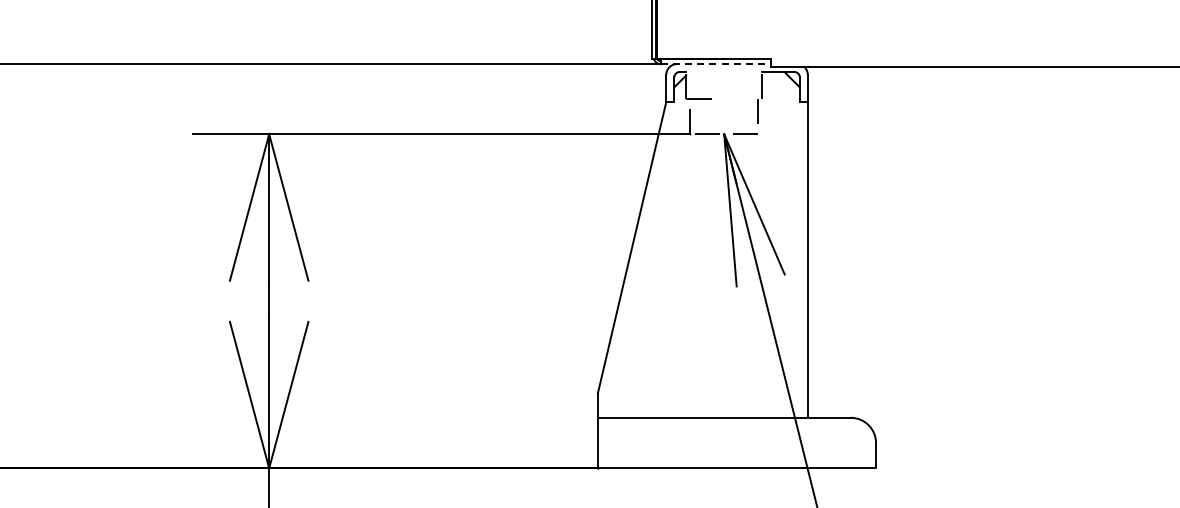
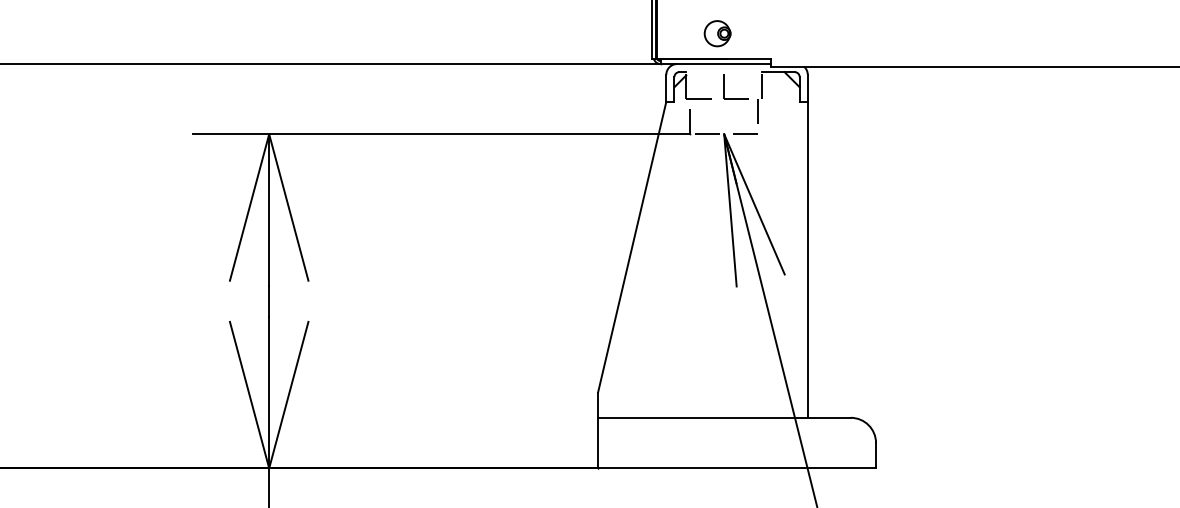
part at (717, 33): none -> present
line at (716, 64): dashed -> solid
part at (724, 86): none -> present
